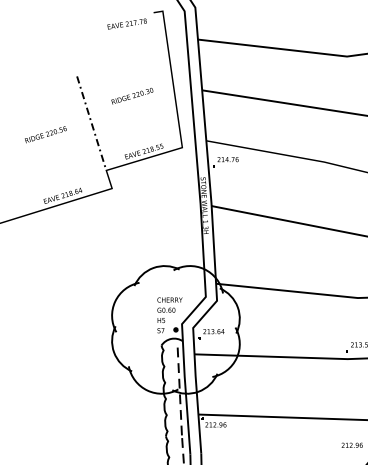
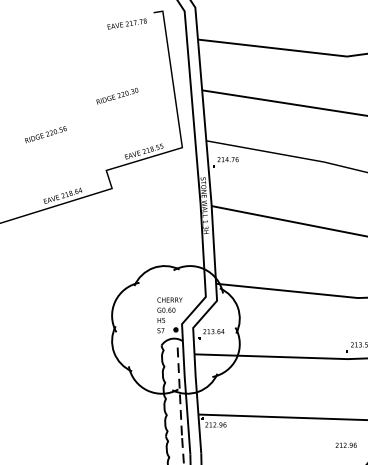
text at (132, 95) position: (132, 95) -> (117, 95)
line at (91, 123): present -> none
text at (351, 444) position: (351, 444) -> (345, 444)
